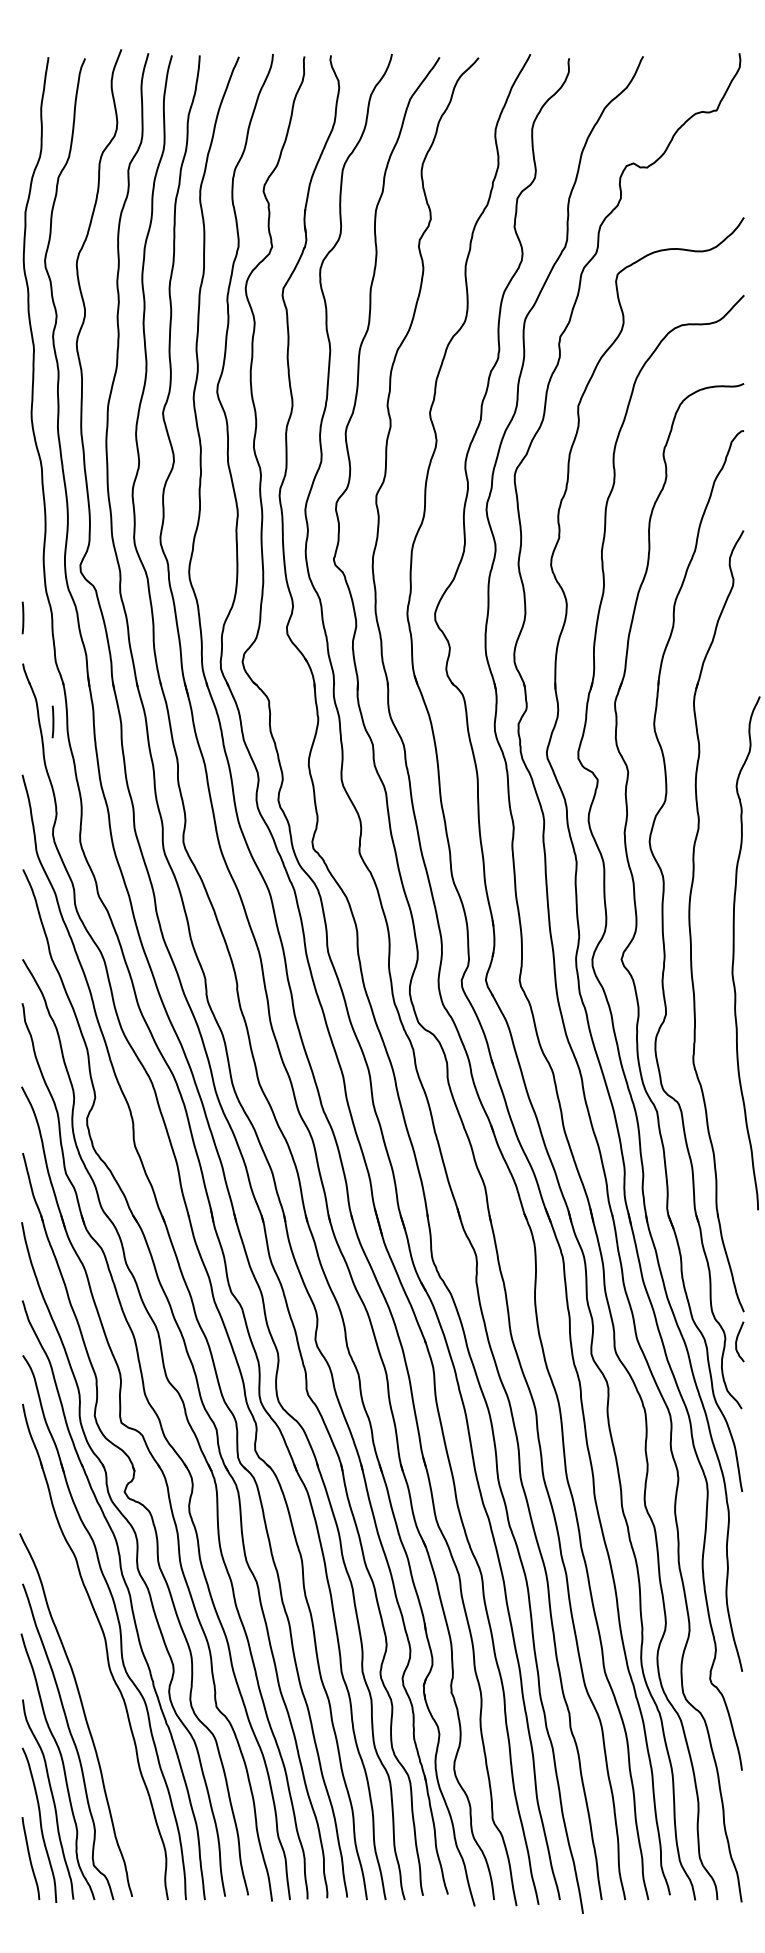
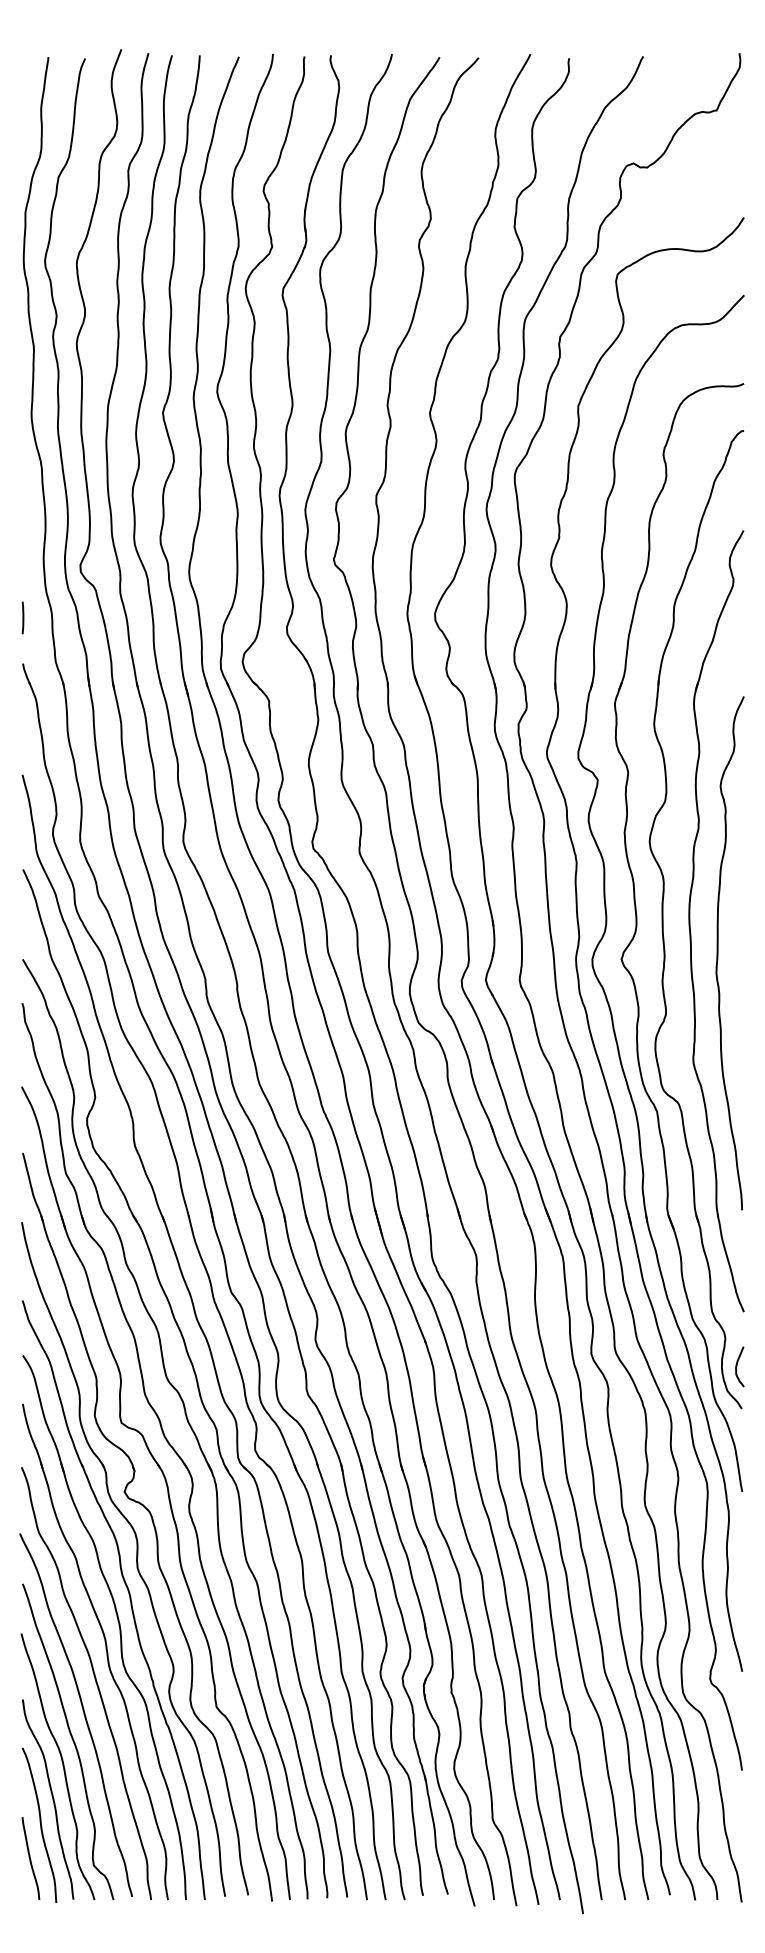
line at (52, 721): present -> none
curve at (734, 953) position: (734, 953) -> (718, 953)
curve at (737, 1341) position: (737, 1341) -> (737, 1366)
curve at (94, 1679): none -> present
